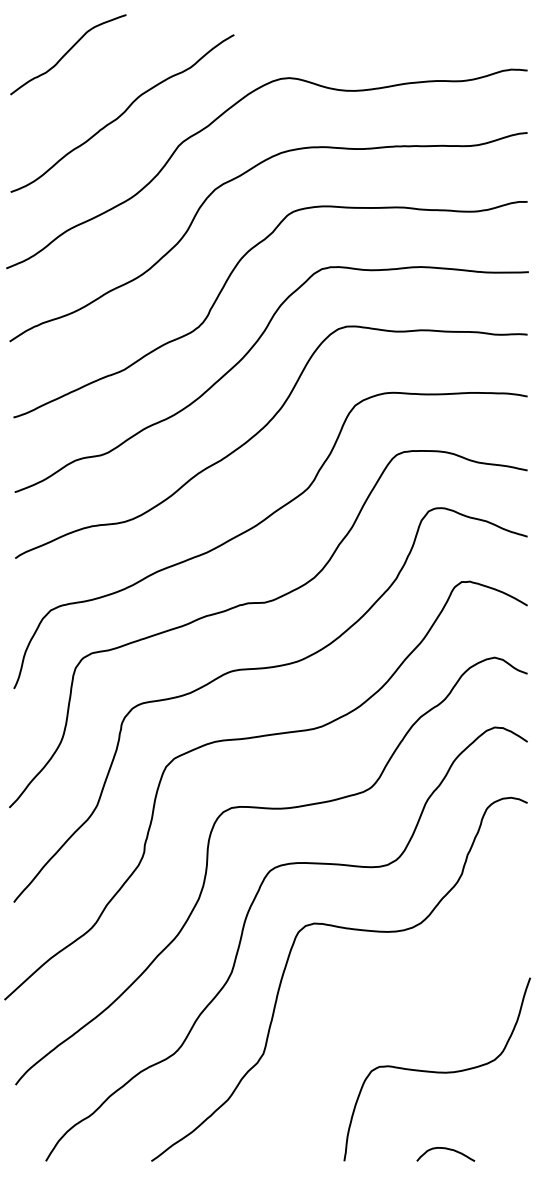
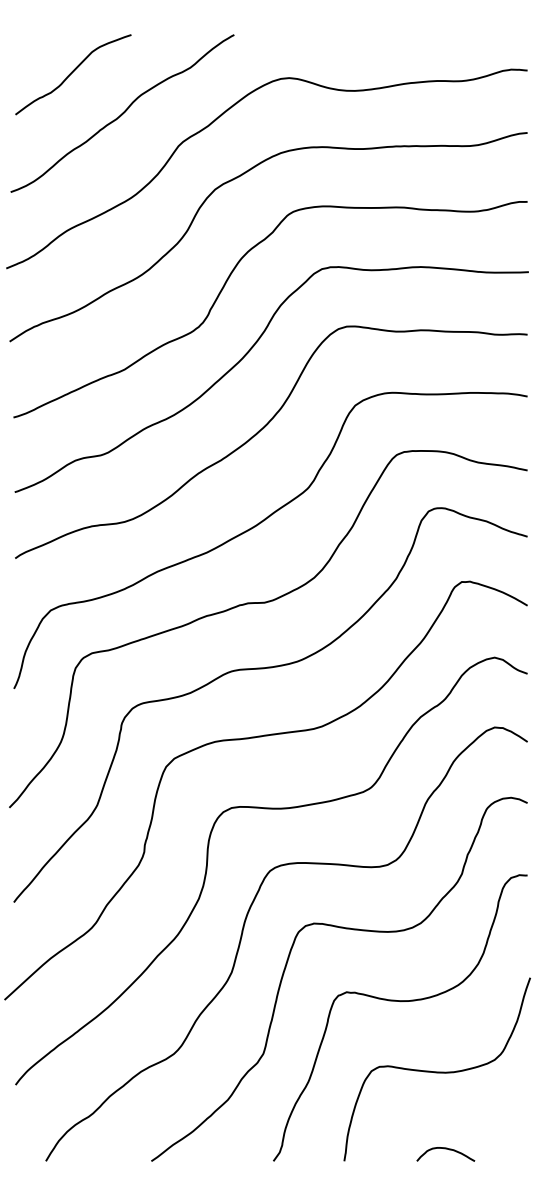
curve at (67, 53) position: (67, 53) -> (72, 73)
curve at (400, 1002): none -> present
